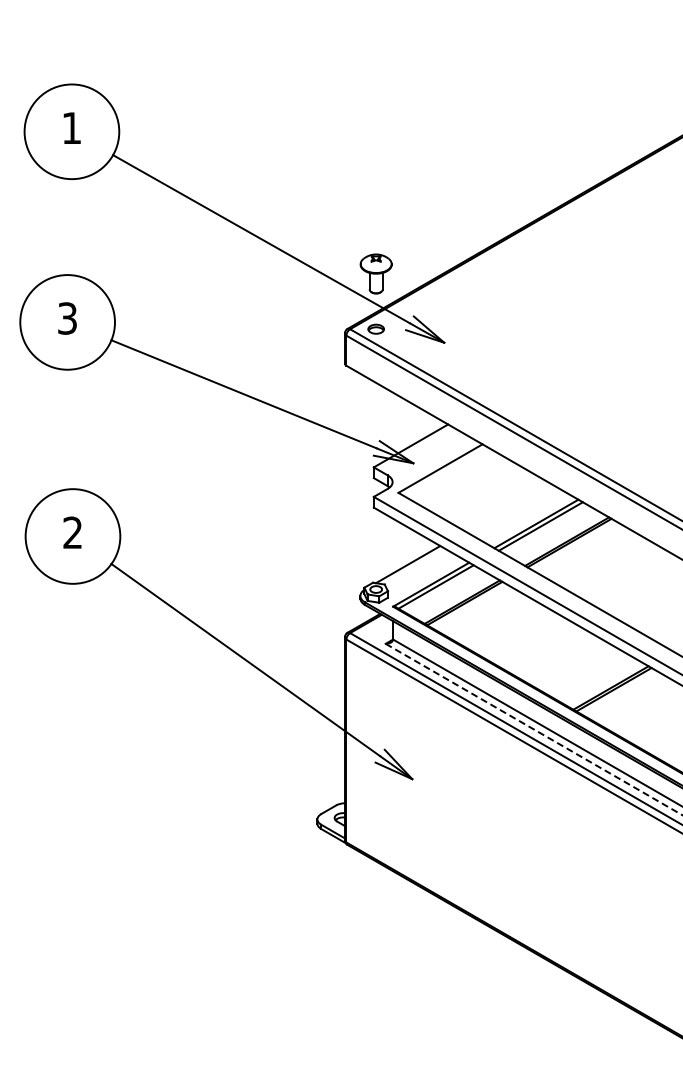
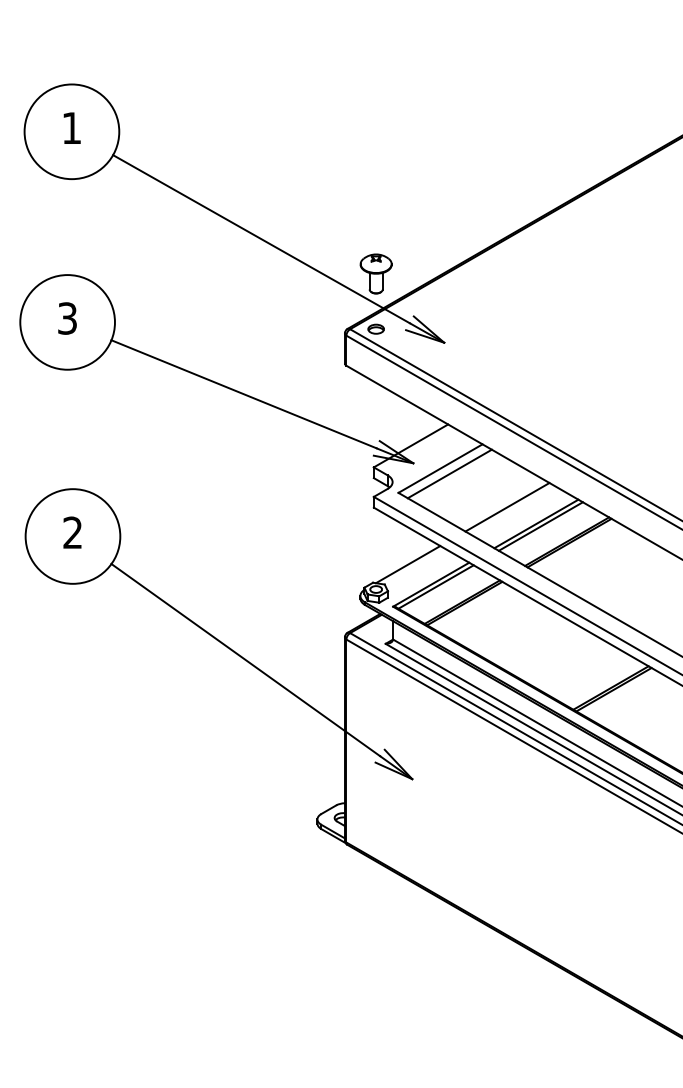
line at (449, 473): none -> present
line at (507, 507): none -> present
line at (534, 729): dashed -> solid
